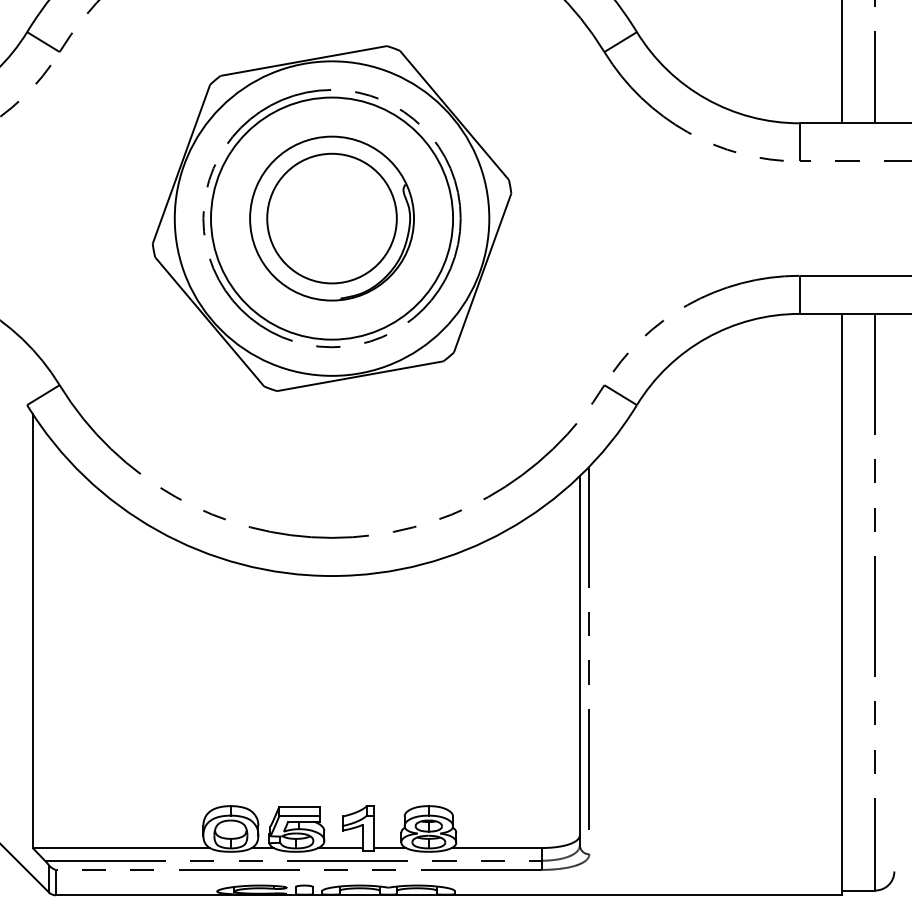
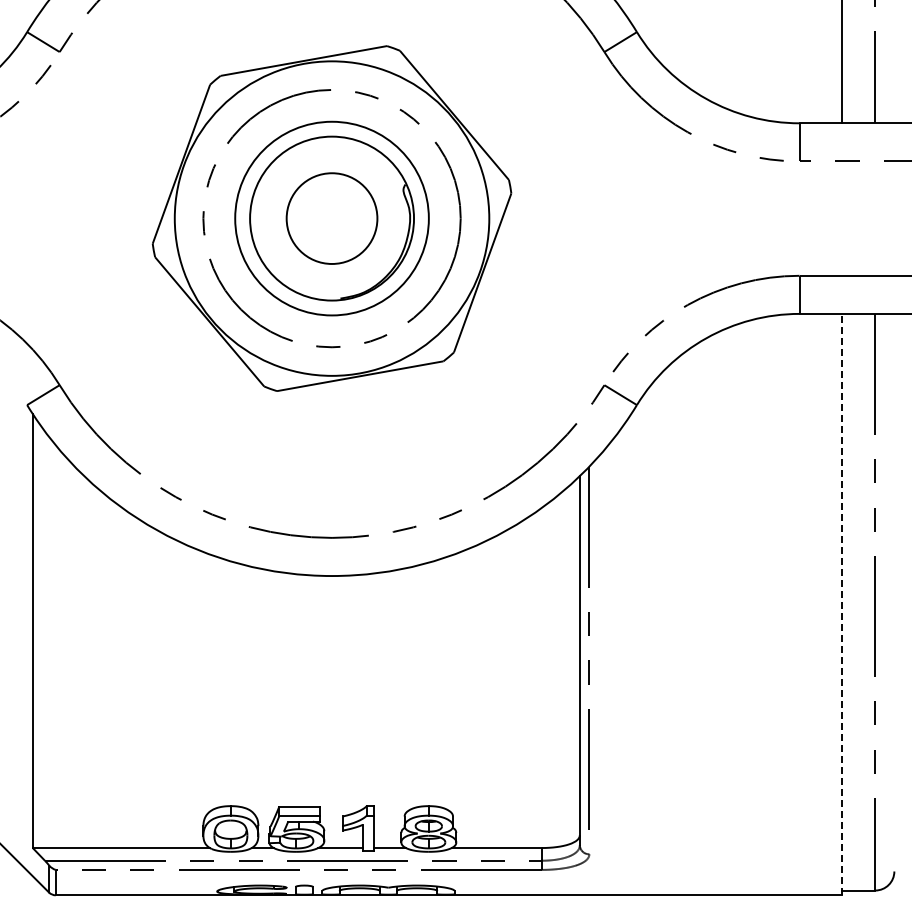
circle at (331, 218) diameter: 130 px -> 91 px
circle at (332, 218) diameter: 242 px -> 194 px
line at (841, 604): solid -> dashed
